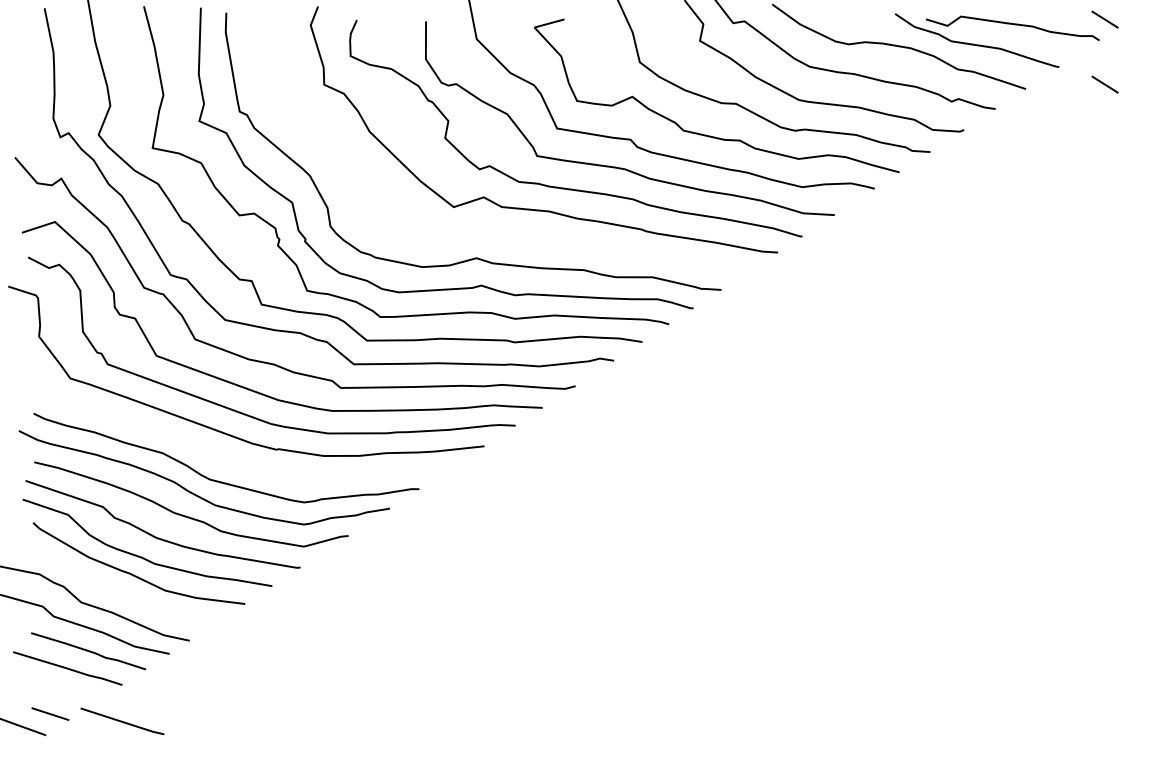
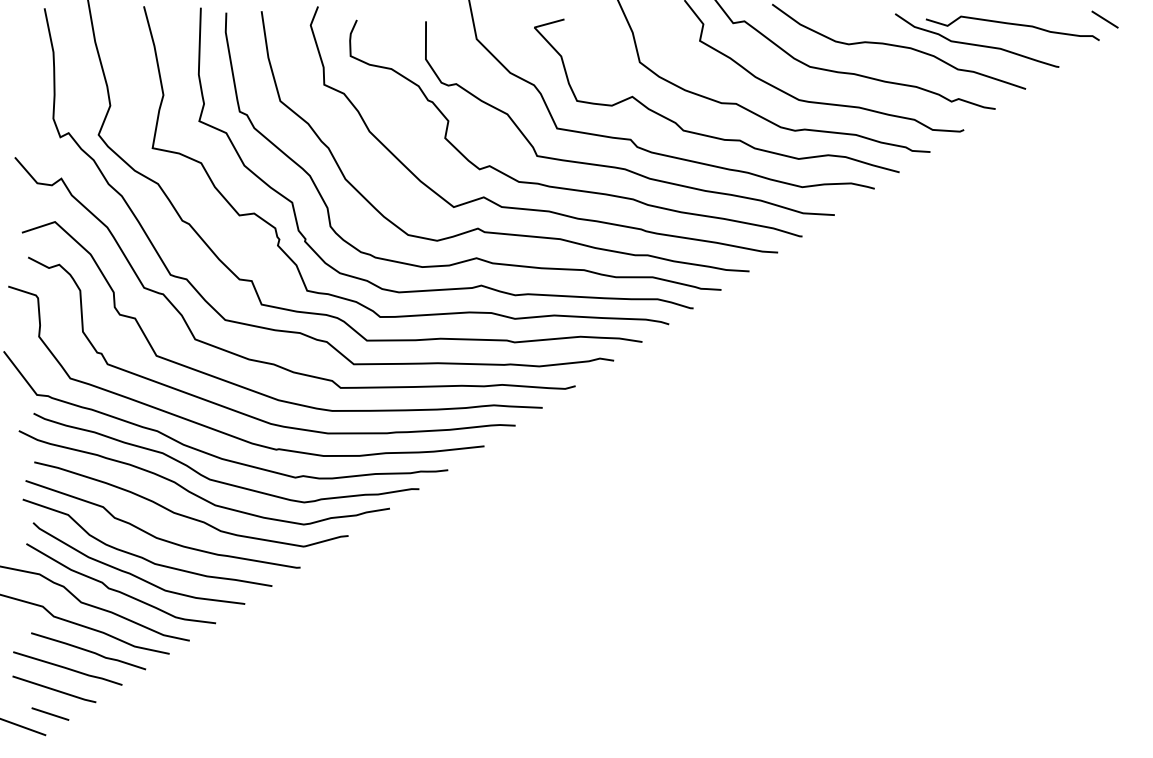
line at (1104, 84): present -> none
curve at (478, 227): none -> present
curve at (213, 454): none -> present
curve at (118, 590): none -> present
line at (122, 721) position: (122, 721) -> (54, 689)
